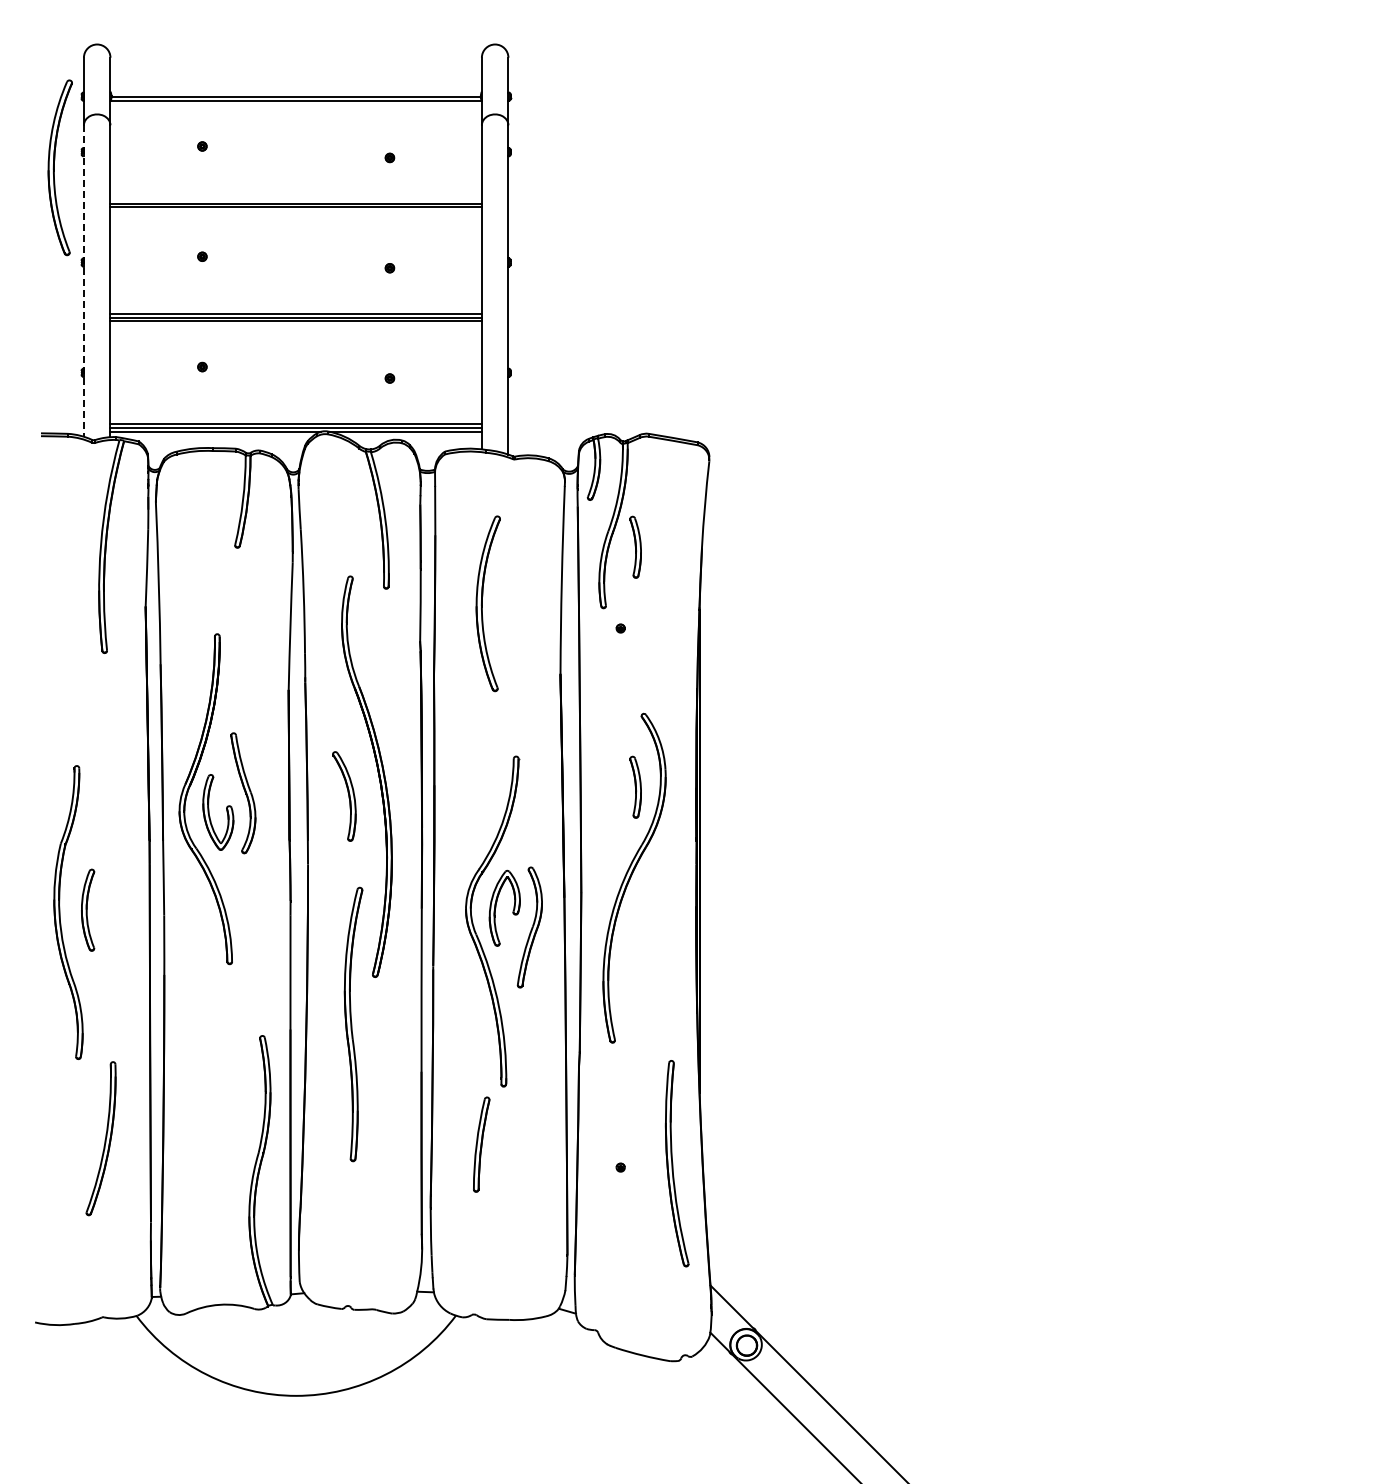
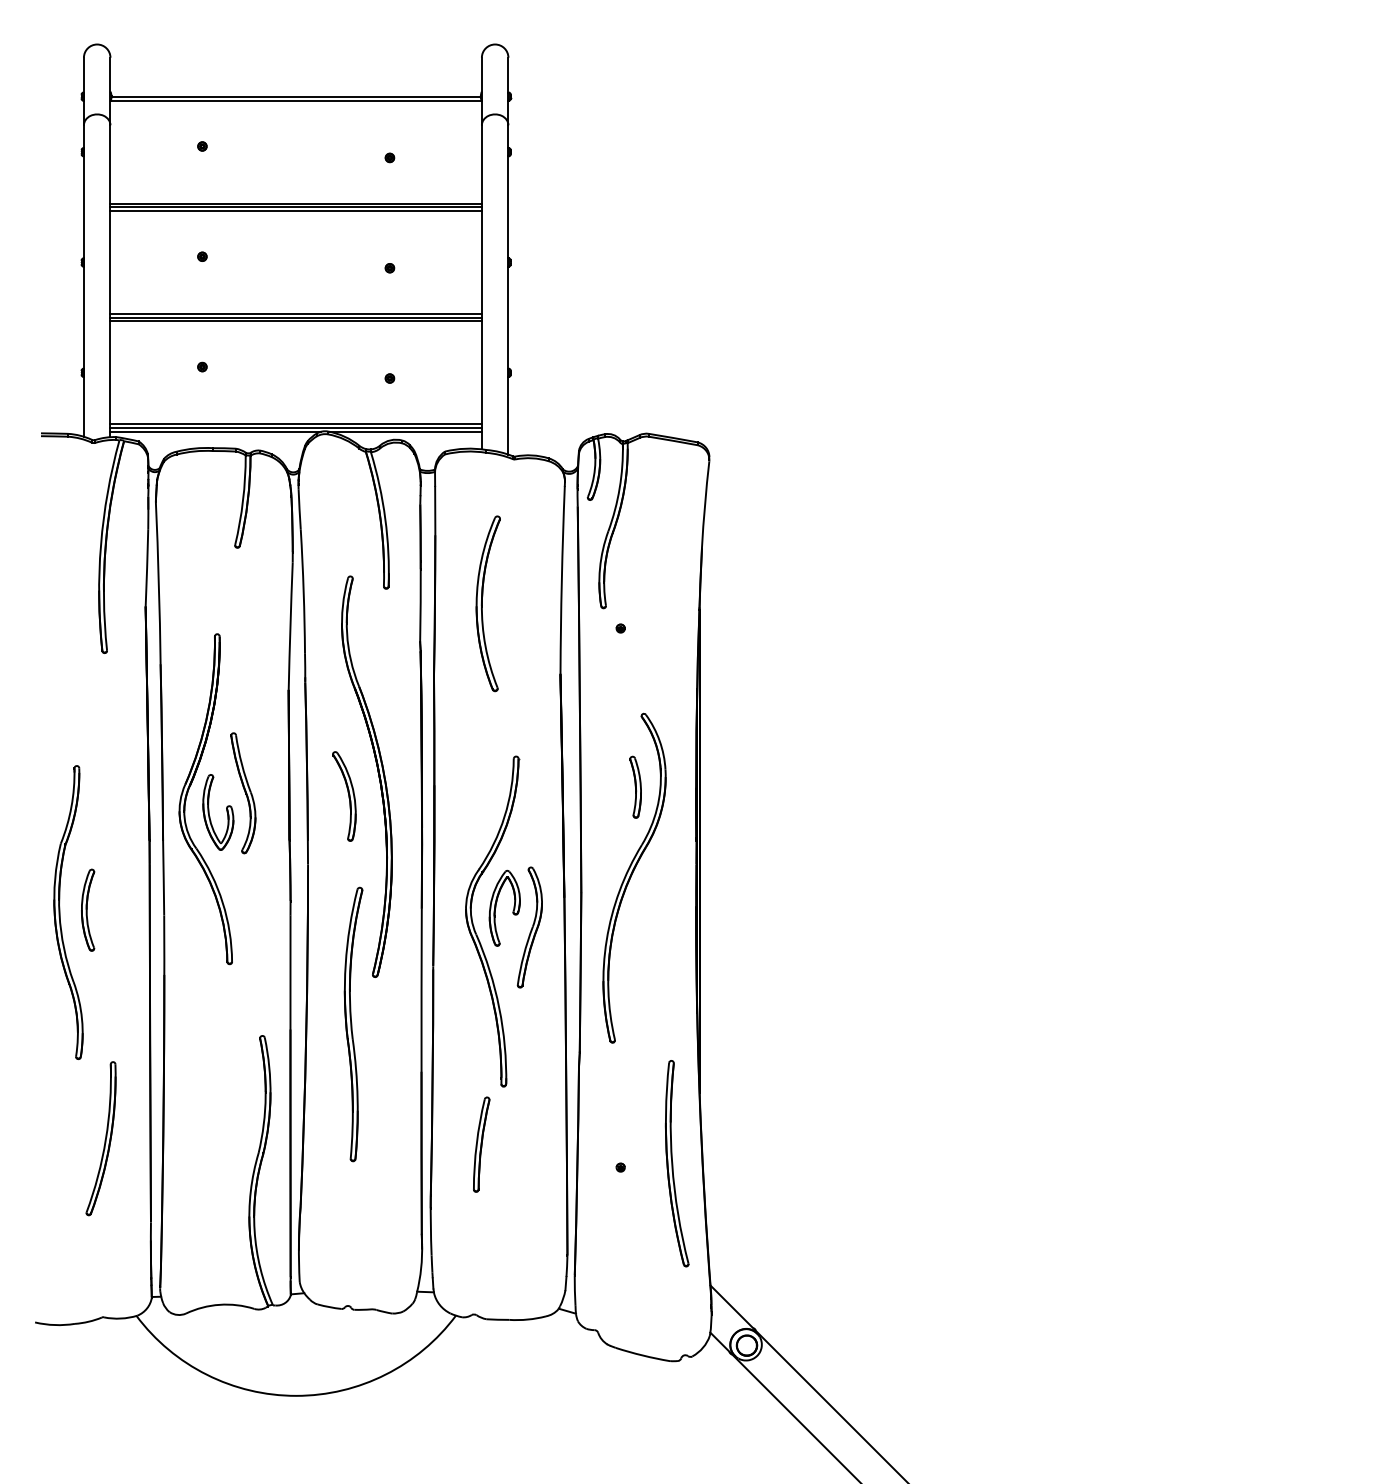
part at (59, 167): present -> none
line at (295, 211): none -> present
line at (83, 281): dashed -> solid
part at (635, 546): present -> none
